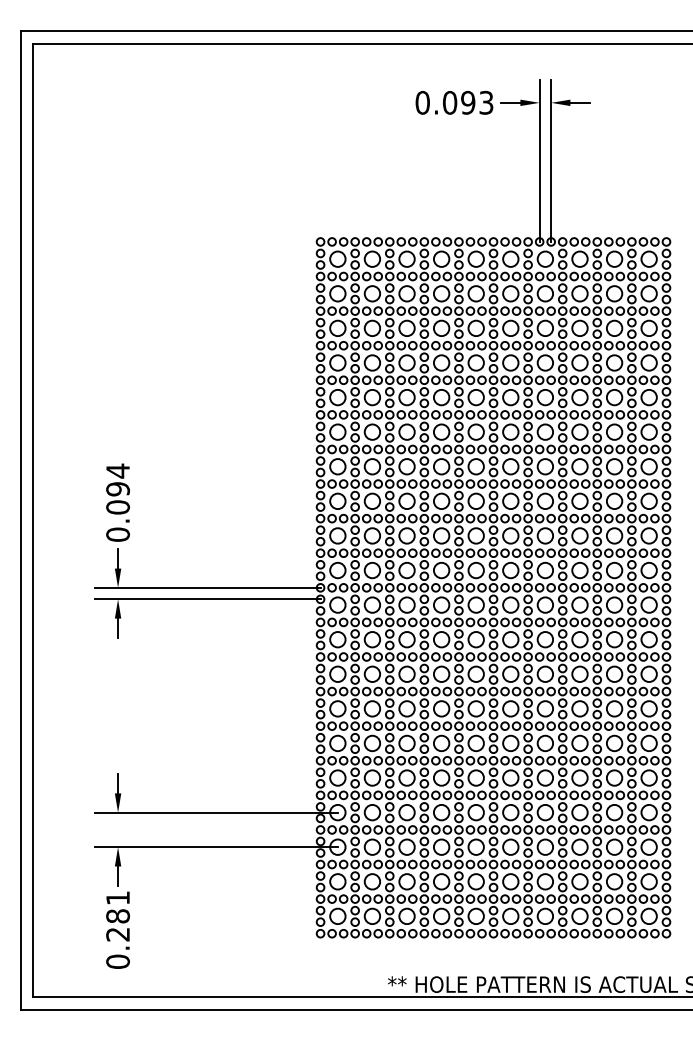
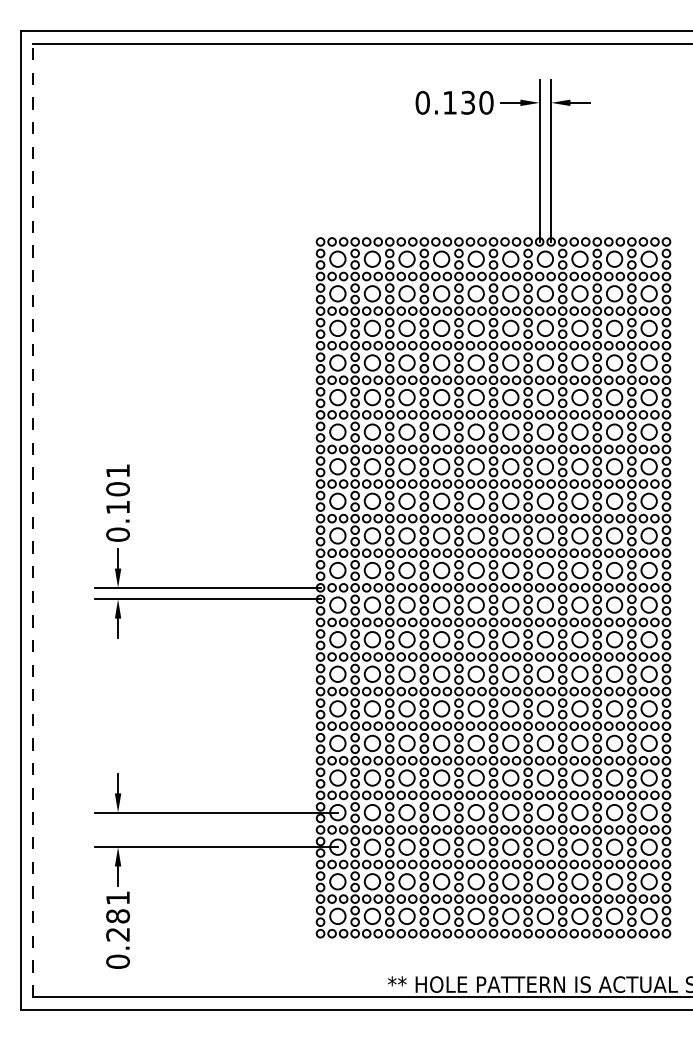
text at (468, 102): 0.093 -> 0.130
text at (117, 488): 0.094 -> 0.101
line at (33, 520): solid -> dashed
